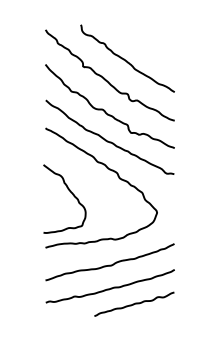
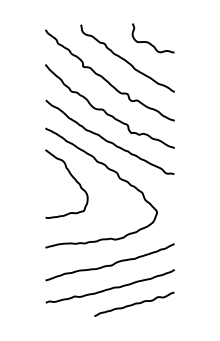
curve at (148, 41): none -> present
curve at (70, 192) position: (70, 192) -> (72, 177)
